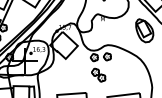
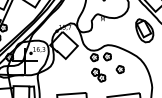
part at (119, 69): none -> present
